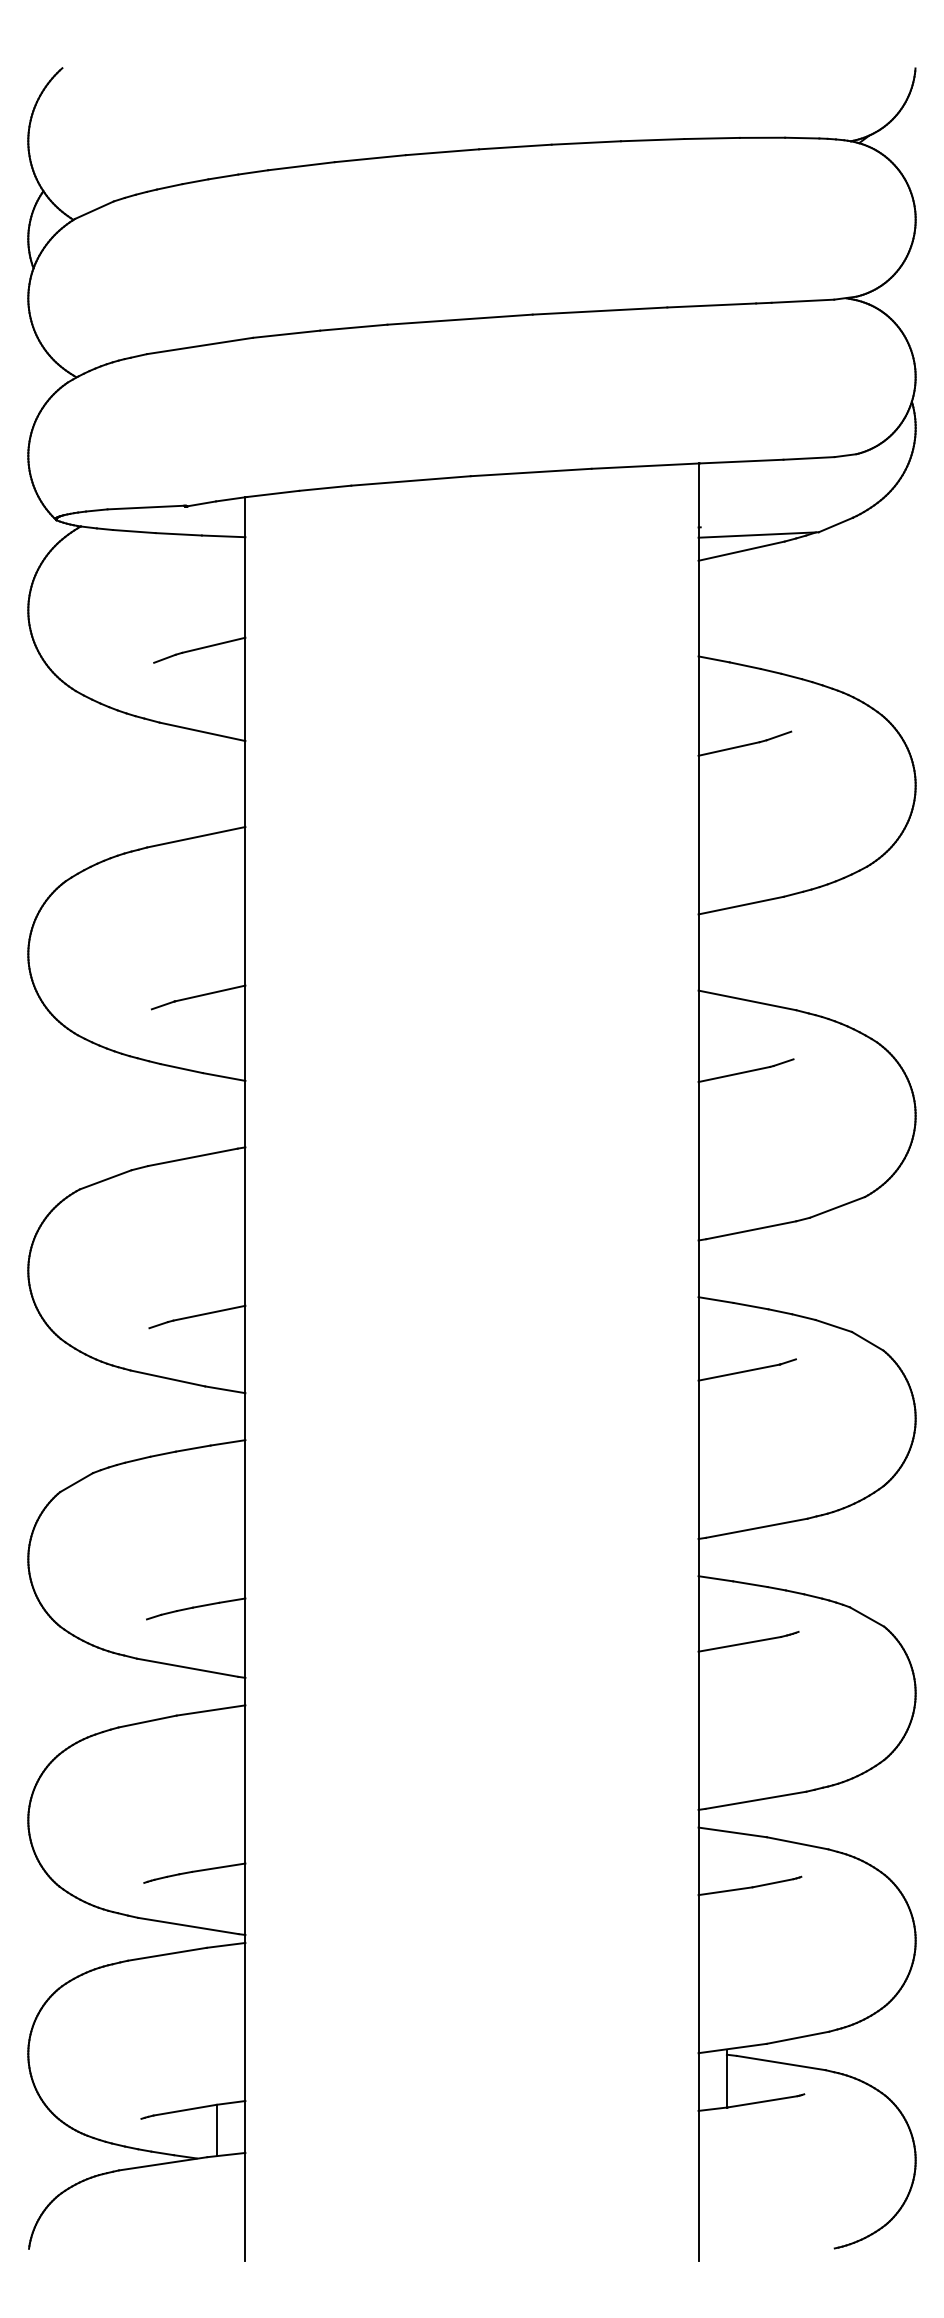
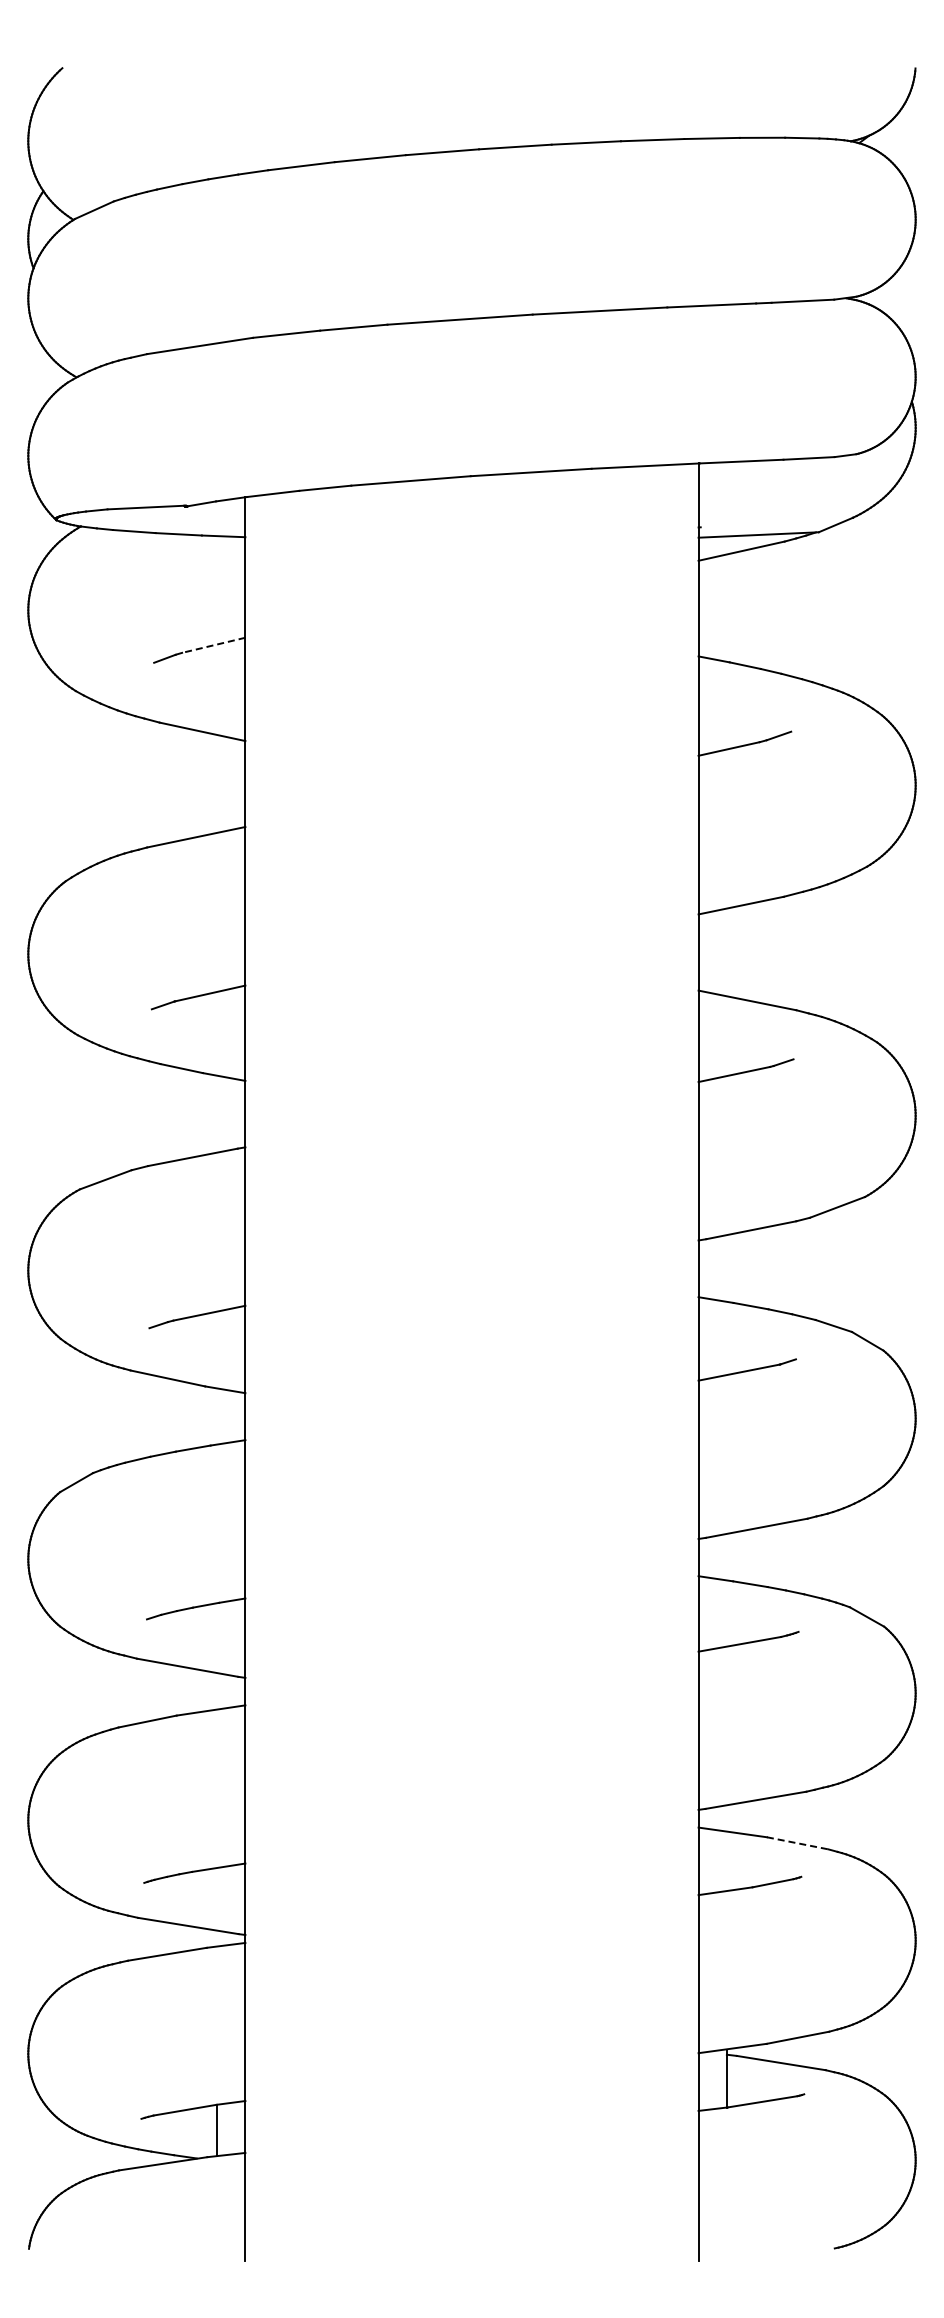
line at (213, 645): solid -> dashed
line at (798, 1843): solid -> dashed
